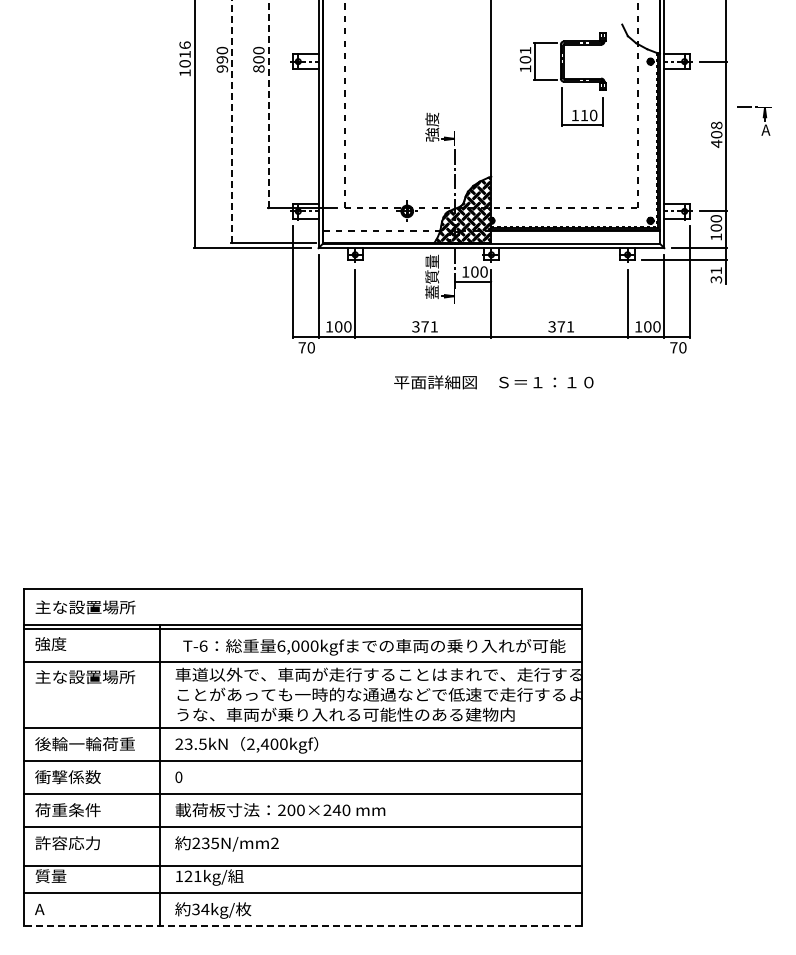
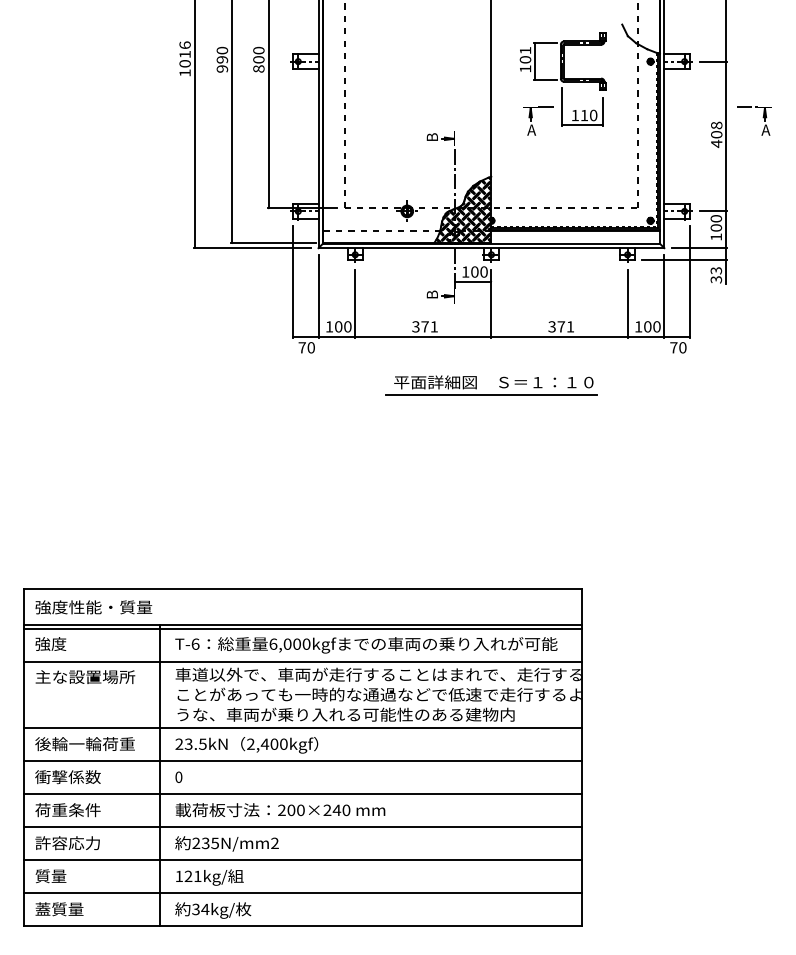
line at (268, 104): dashed -> solid
part at (532, 118): none -> present
line at (232, 121): dashed -> solid
text at (432, 126): 強度 -> B
text at (716, 270): 31 -> 33
text at (432, 276): 蓋質量 -> B
line at (490, 394): none -> present
text at (93, 607): 主な設置場所 -> 強度性能・質量
text at (374, 647) position: (374, 647) -> (366, 645)
line at (302, 866) position: (302, 866) -> (302, 860)
text at (59, 909): A -> 蓋質量
line at (302, 926): dashed -> solid
